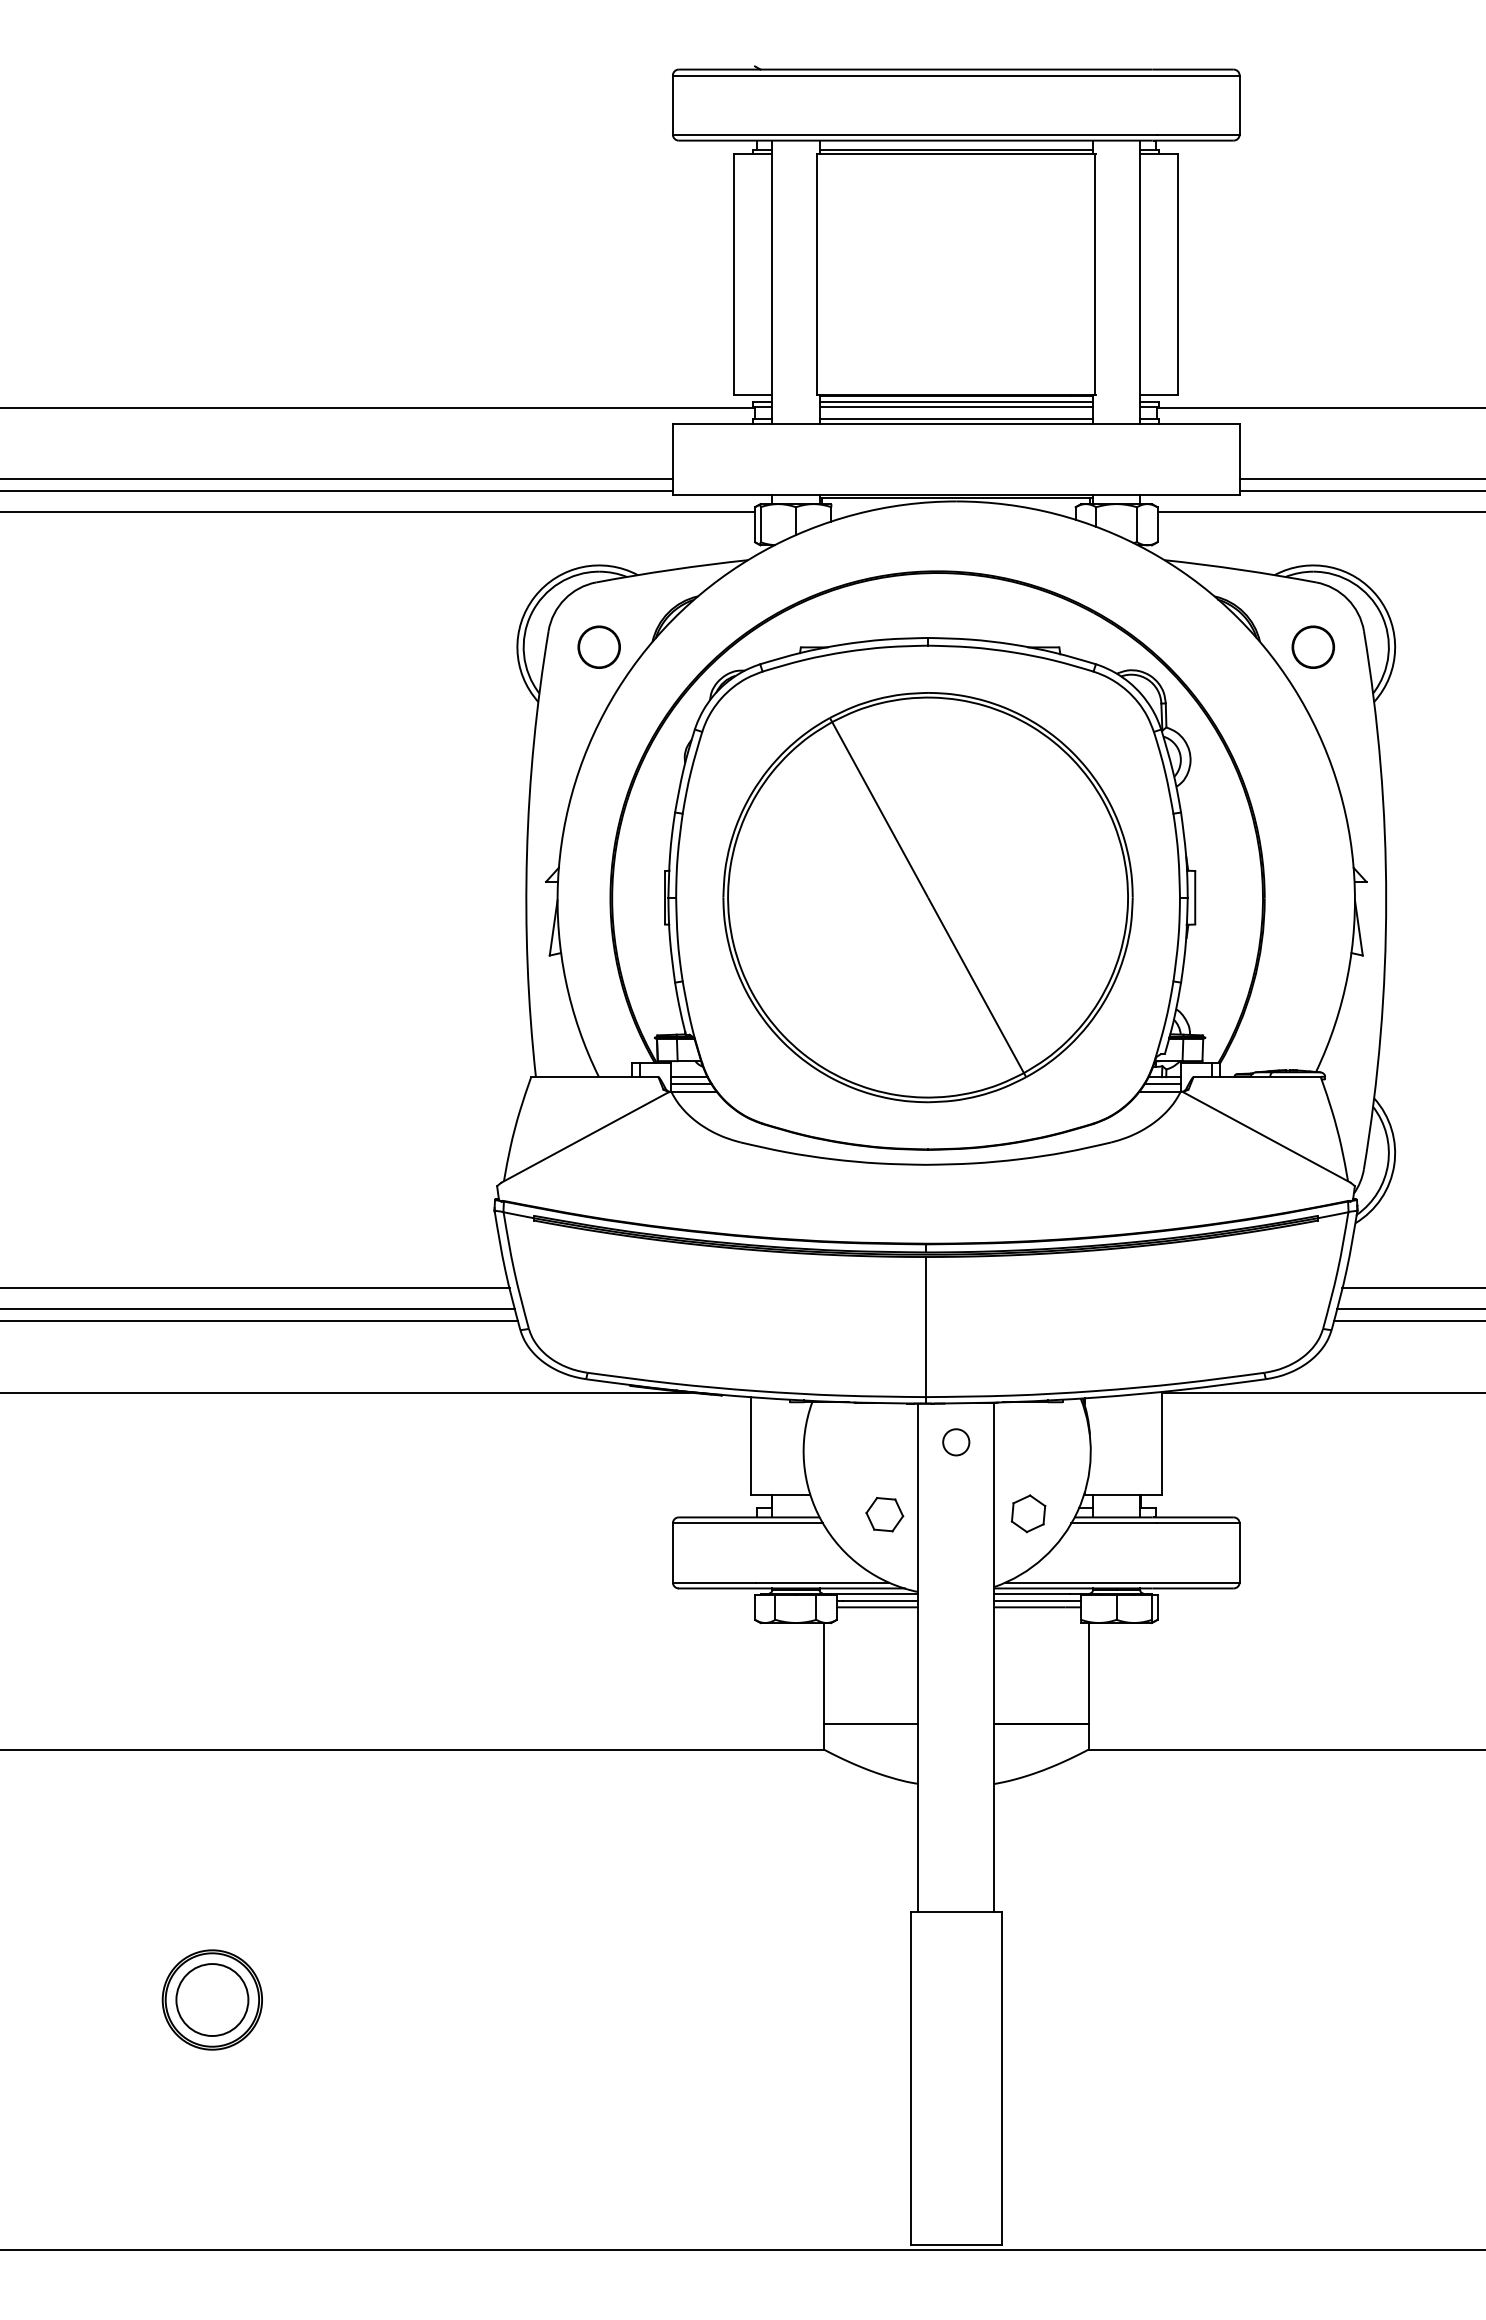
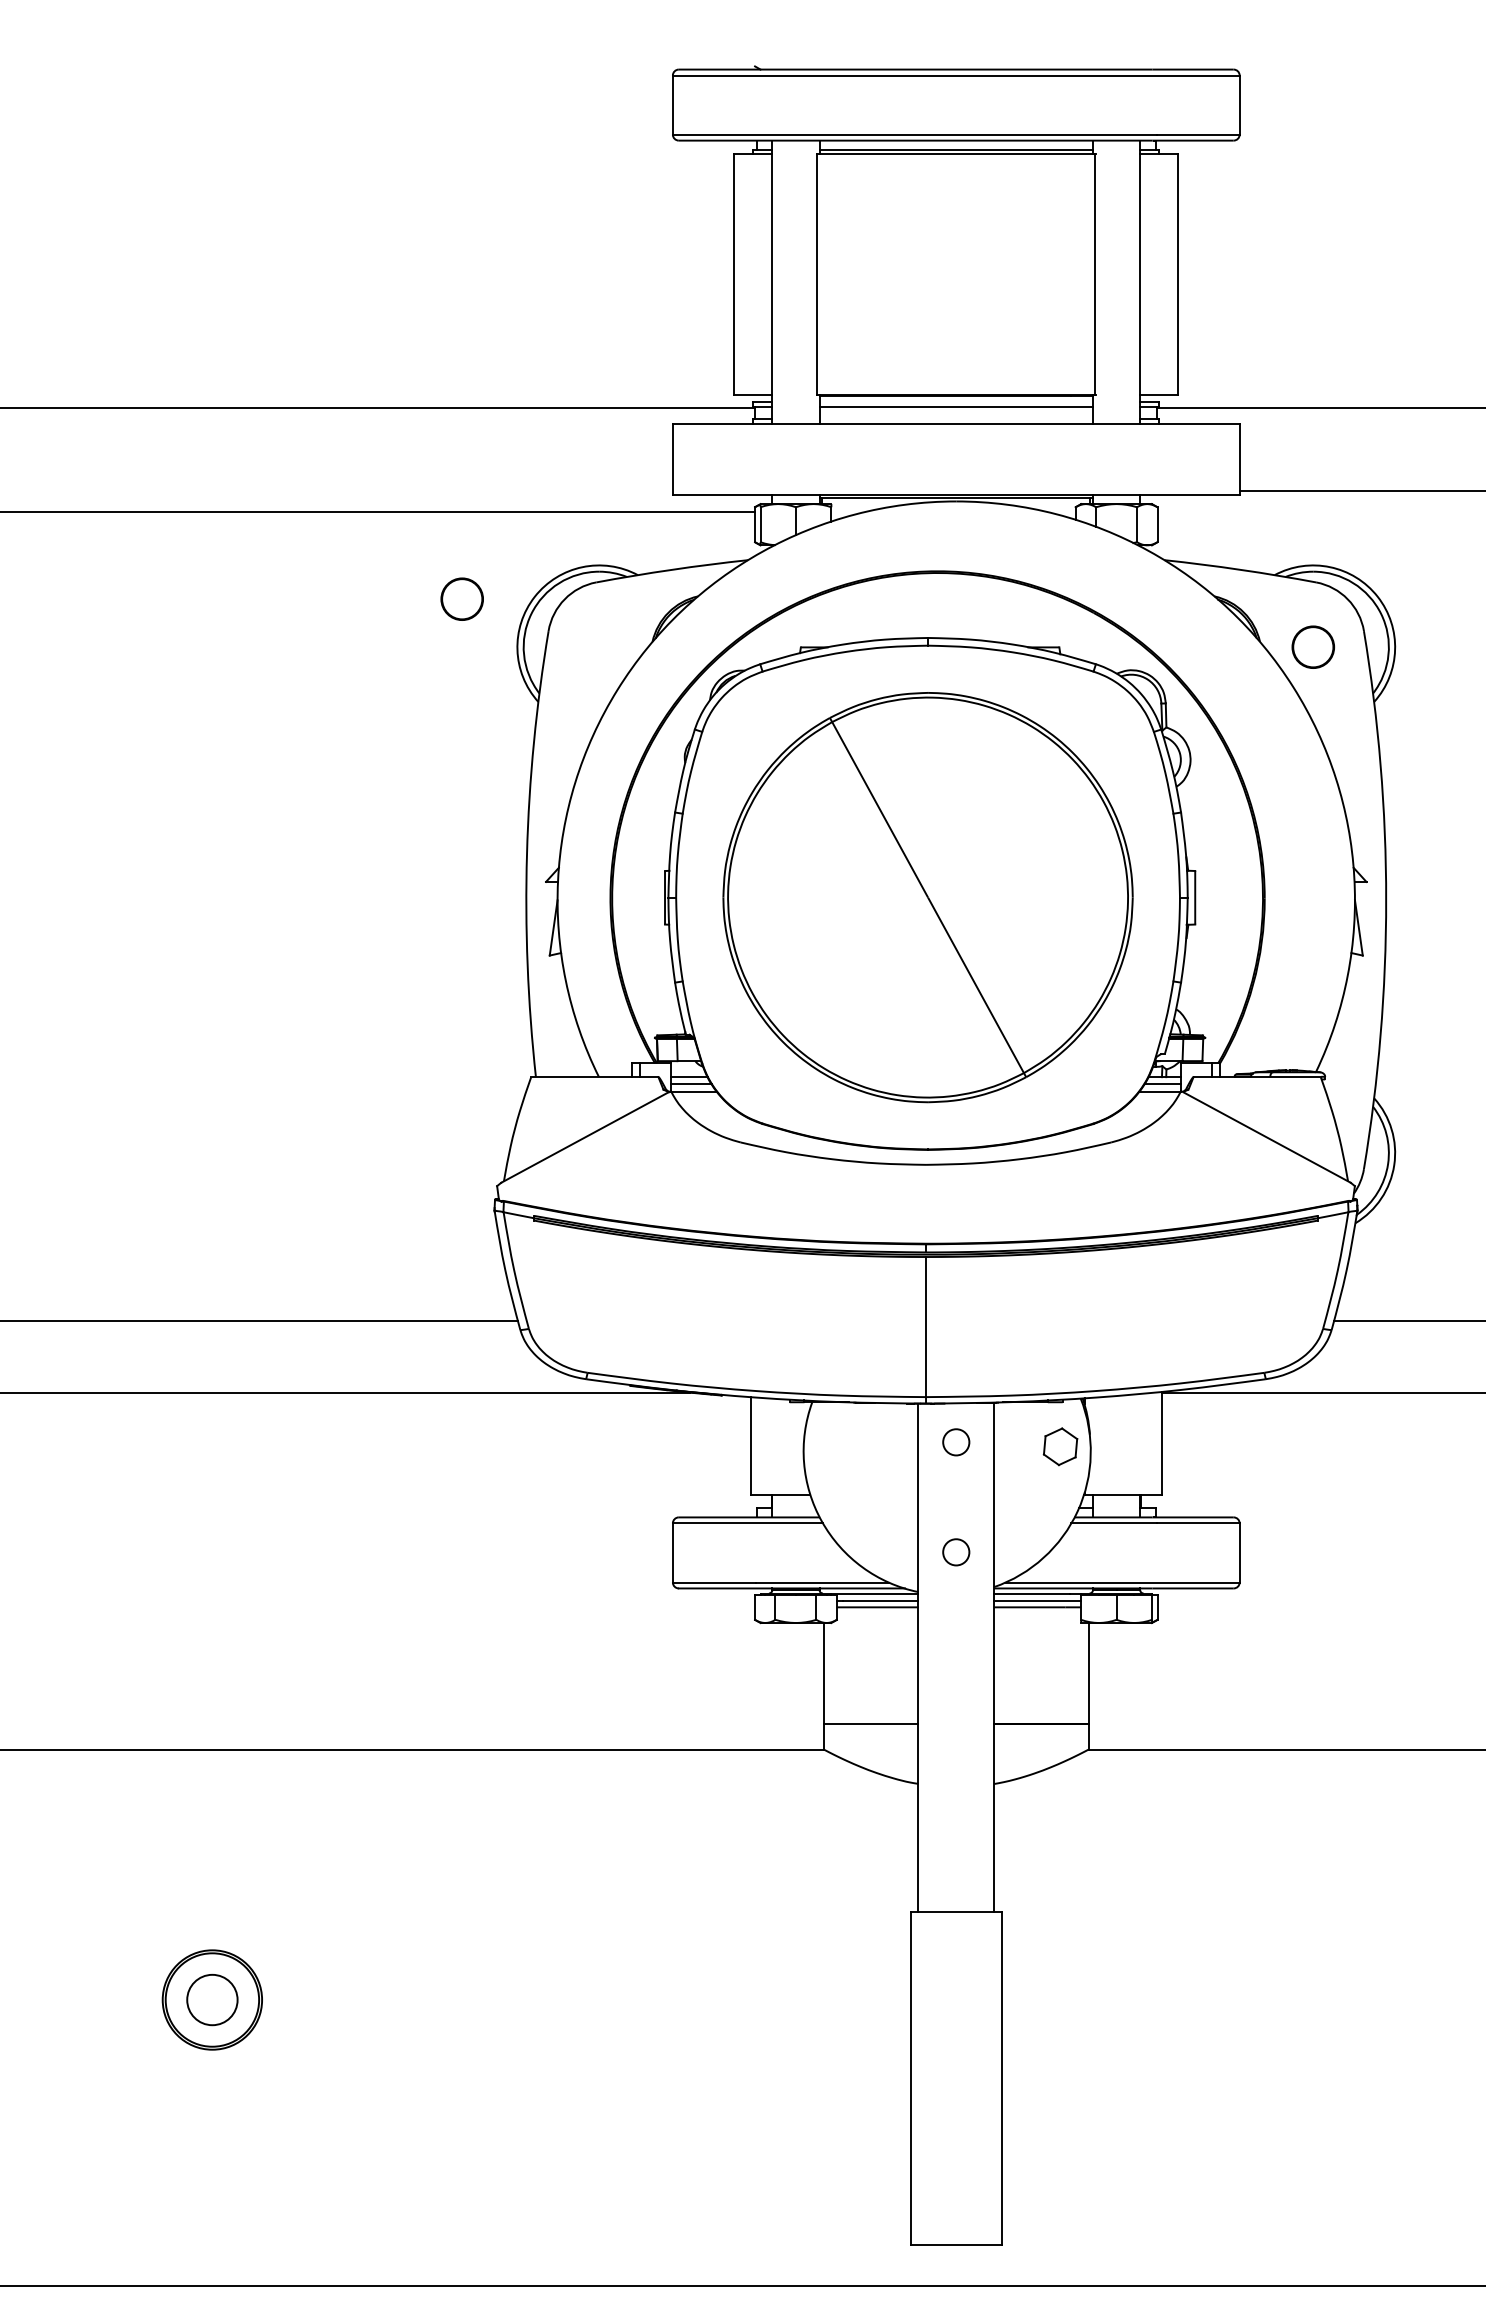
line at (955, 402): present -> none
line at (955, 419): present -> none
line at (337, 479): present -> none
line at (1360, 479): present -> none
line at (337, 491): present -> none
line at (1319, 512): present -> none
circle at (598, 646) position: (598, 646) -> (461, 598)
line at (255, 1288): present -> none
line at (1412, 1288): present -> none
line at (258, 1309): present -> none
line at (1409, 1309): present -> none
part at (1028, 1513) position: (1028, 1513) -> (1060, 1446)
part at (884, 1514): present -> none
circle at (956, 1552): none -> present
circle at (212, 2000) diameter: 72 px -> 50 px
line at (742, 2250) position: (742, 2250) -> (742, 2286)
